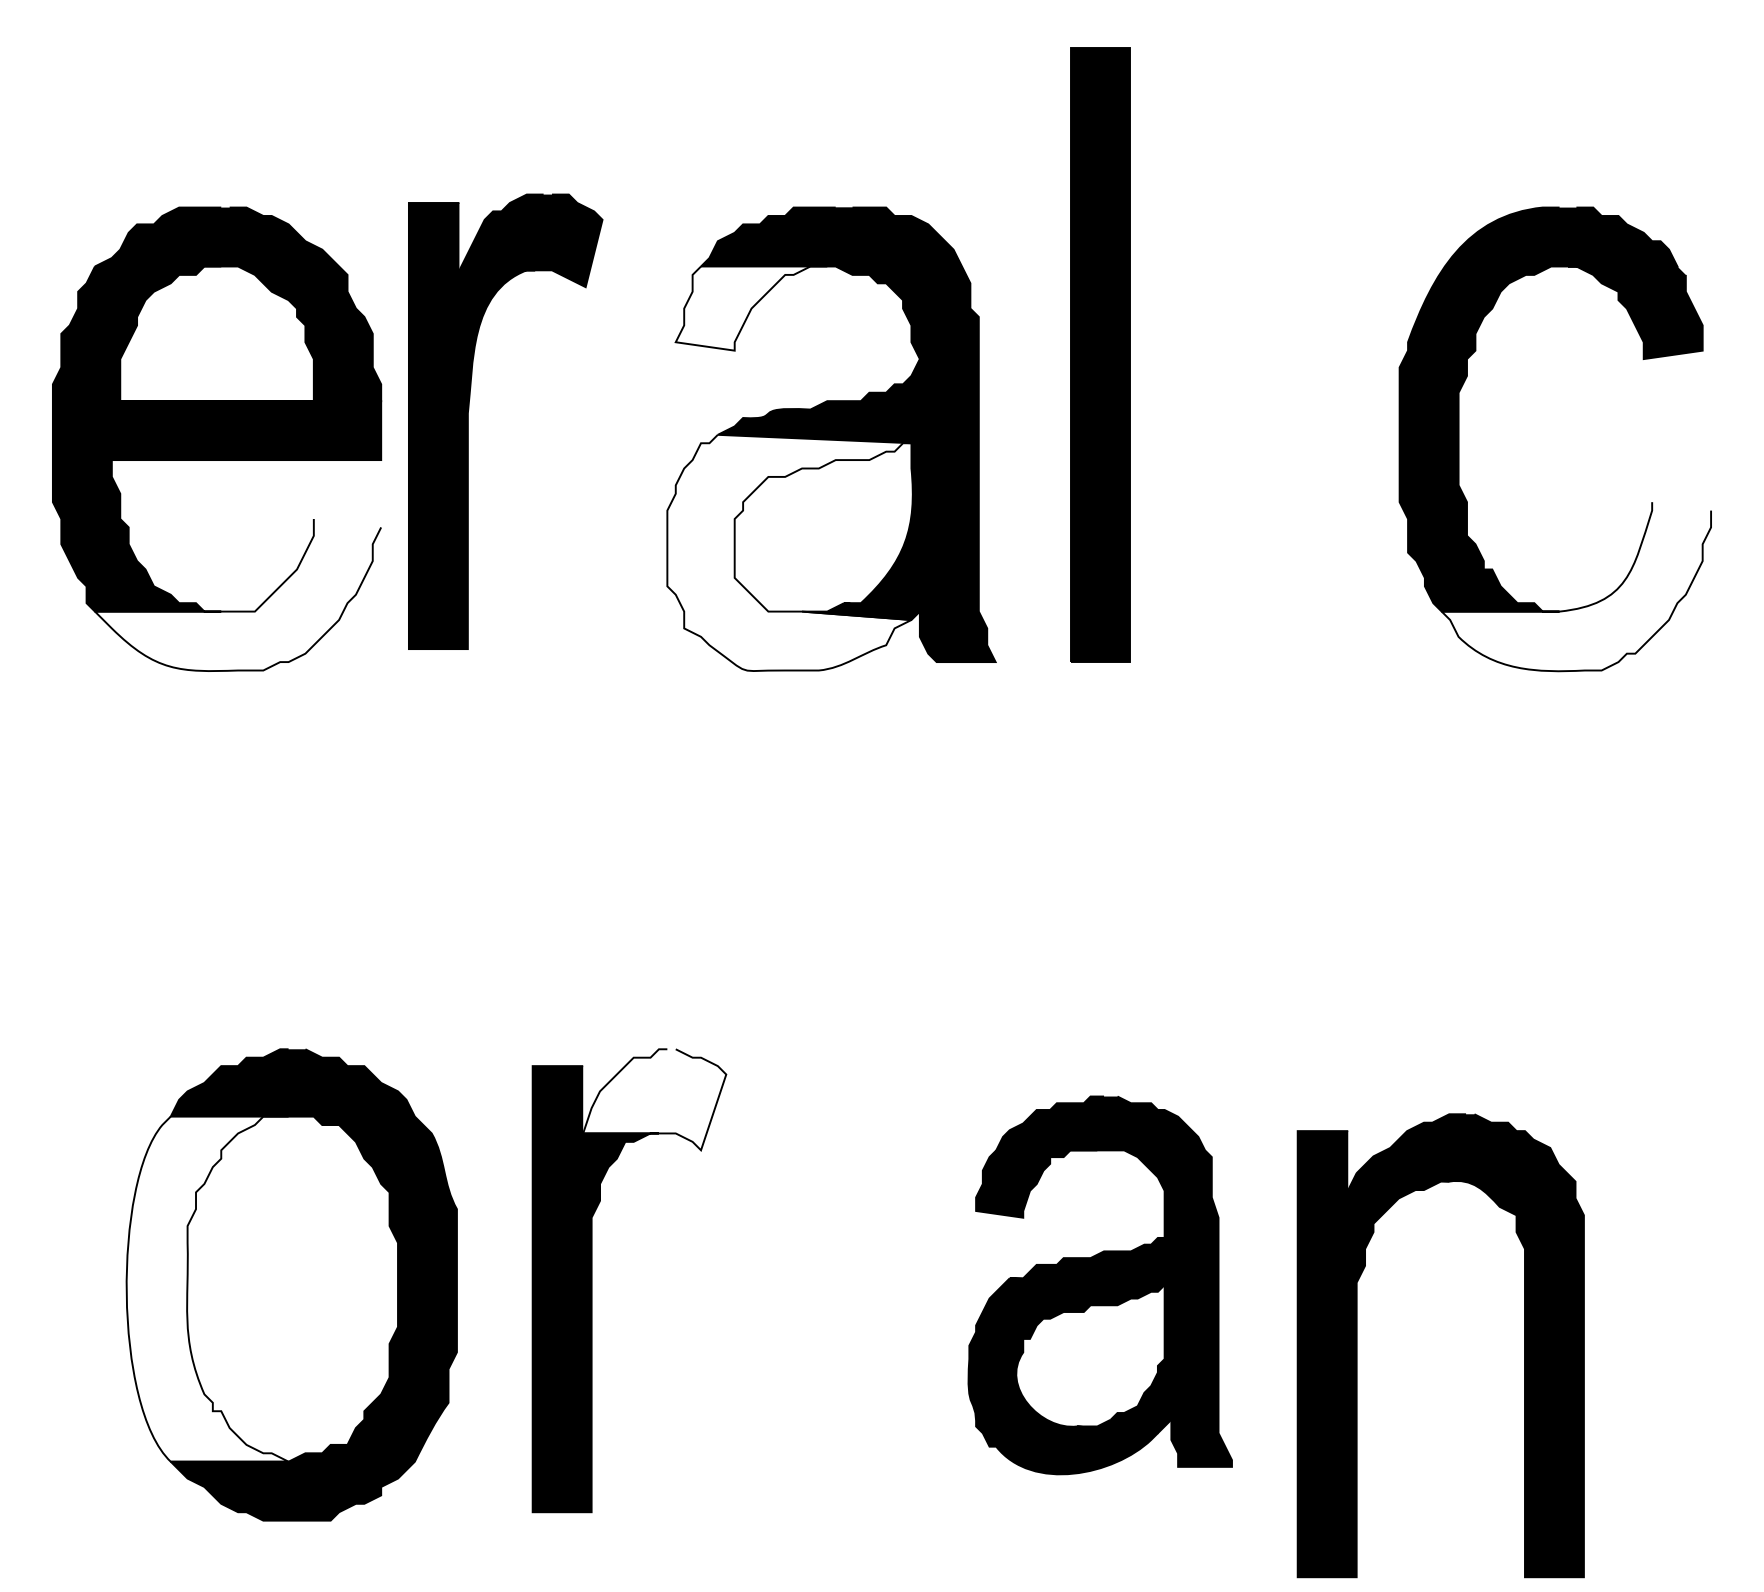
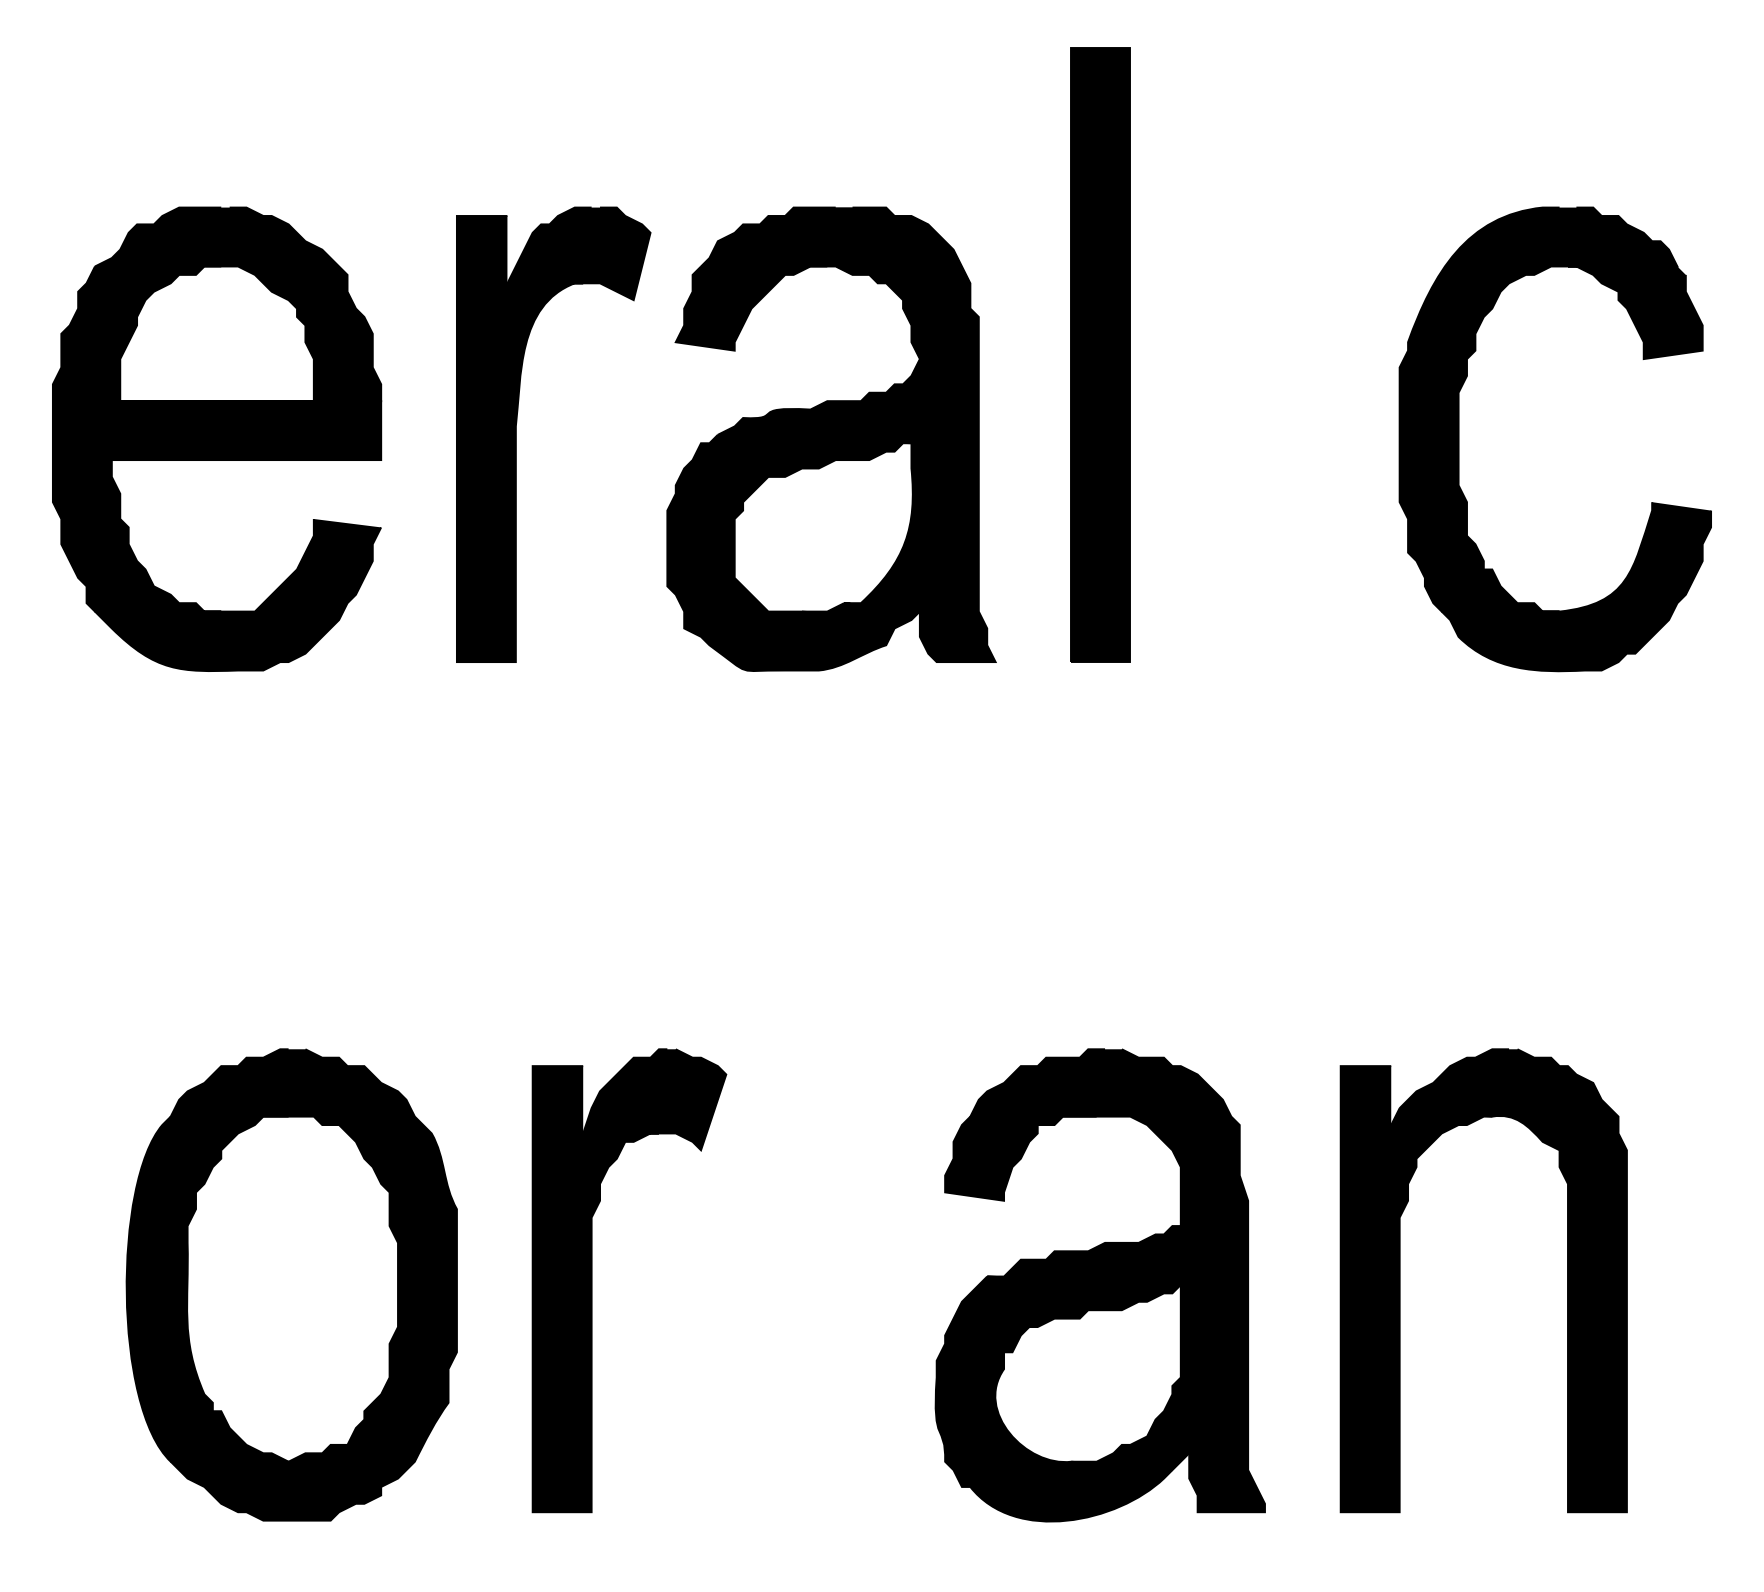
fill at (751, 308): none -> present
part at (468, 421) position: (468, 421) -> (516, 434)
fill at (789, 552): none -> present
fill at (1576, 586): none -> present
fill at (238, 595): none -> present
fill at (654, 1099): none -> present
part at (1099, 1285) size: 266x381 px -> 332x475 px
fill at (207, 1288): none -> present
part at (1357, 1345) position: (1357, 1345) -> (1400, 1280)
